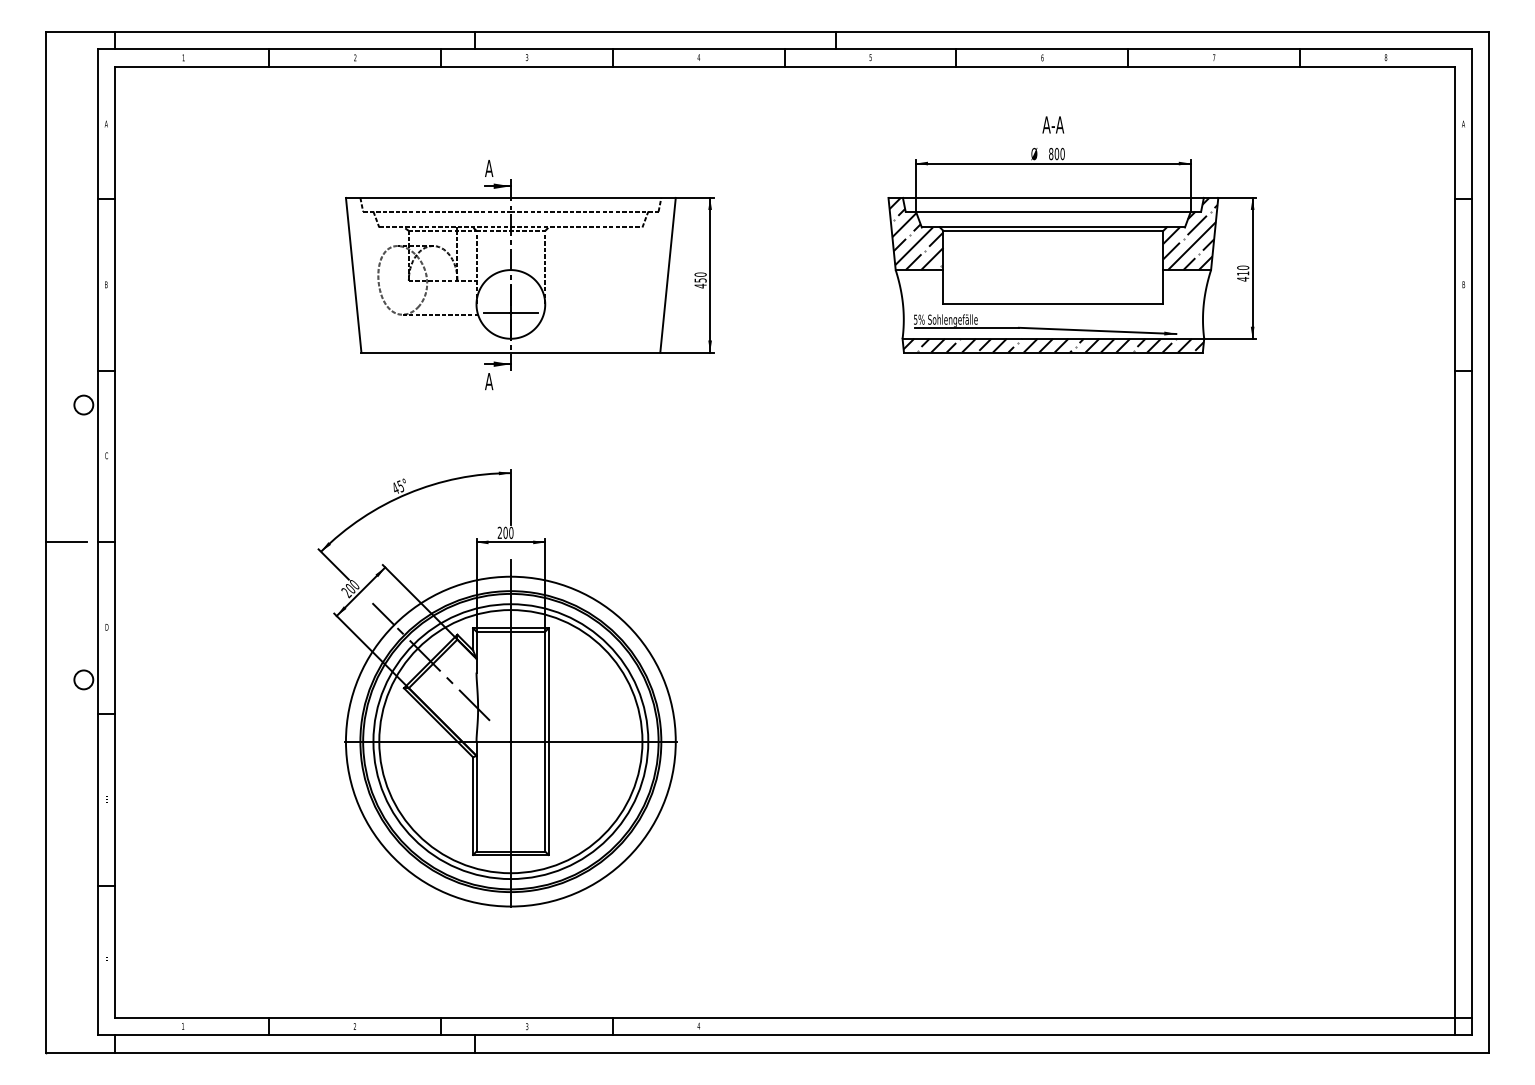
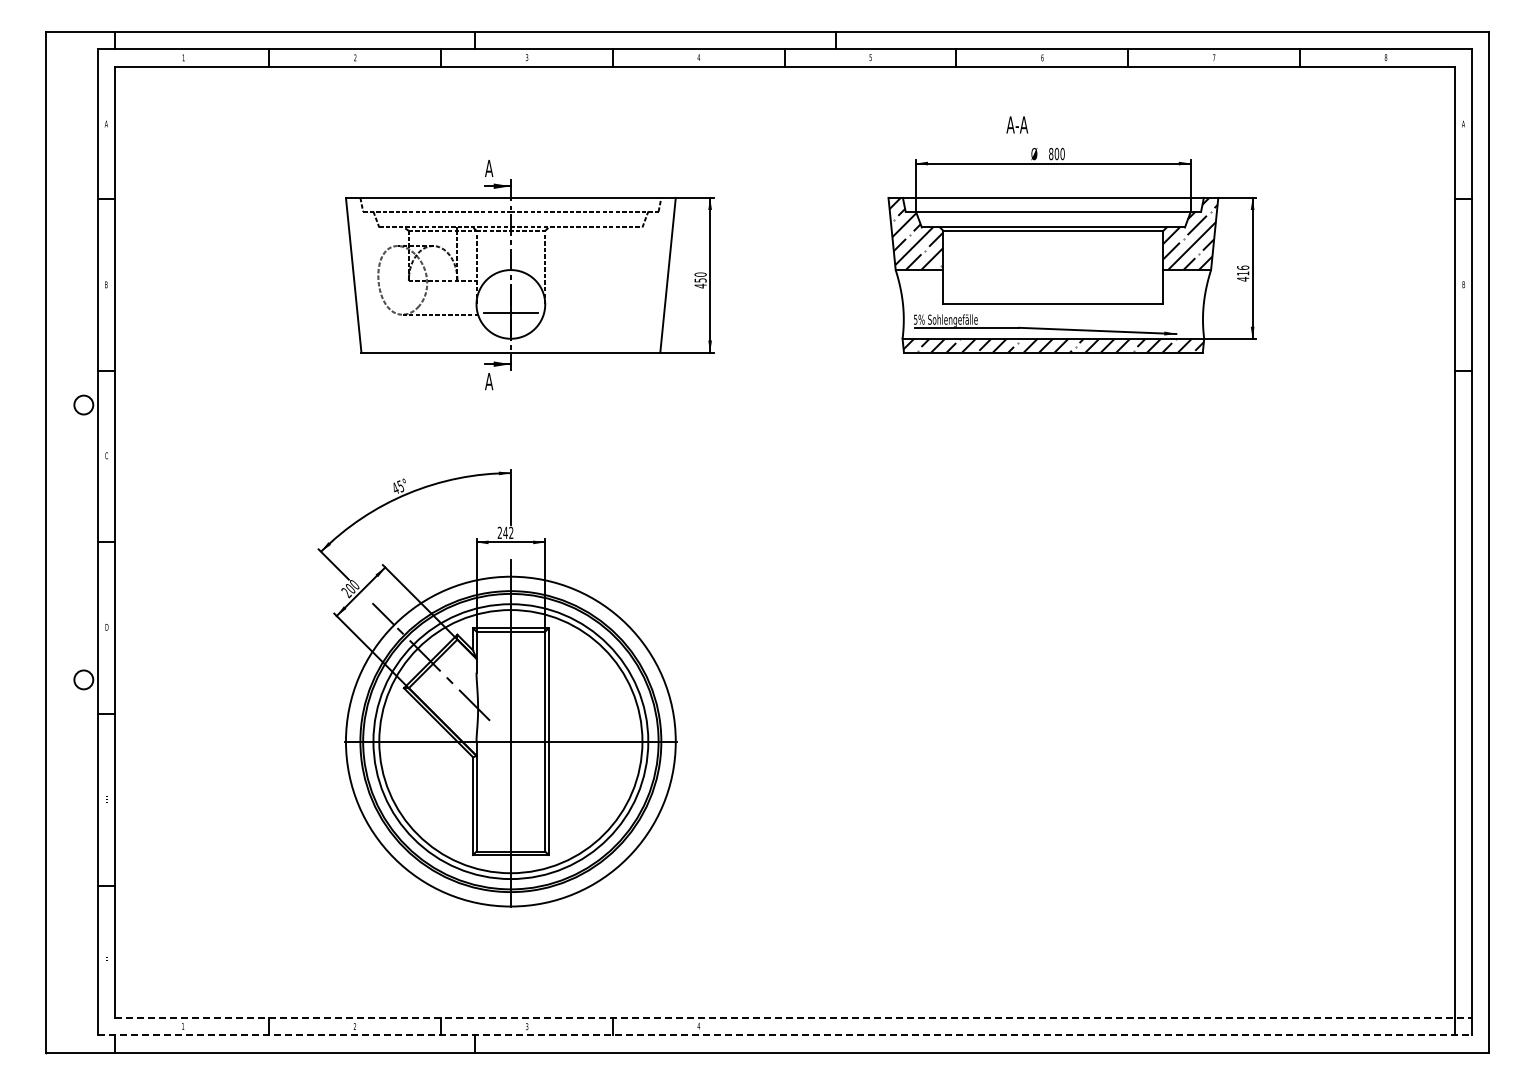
text at (1053, 124) position: (1053, 124) -> (1017, 124)
text at (1242, 267): 410 -> 416
text at (508, 532): 200 -> 242
line at (66, 542): present -> none
line at (793, 1018): solid -> dashed
line at (785, 1035): solid -> dashed
